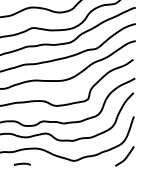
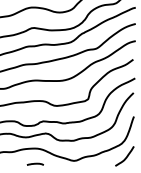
line at (21, 163) position: (21, 163) -> (34, 163)
